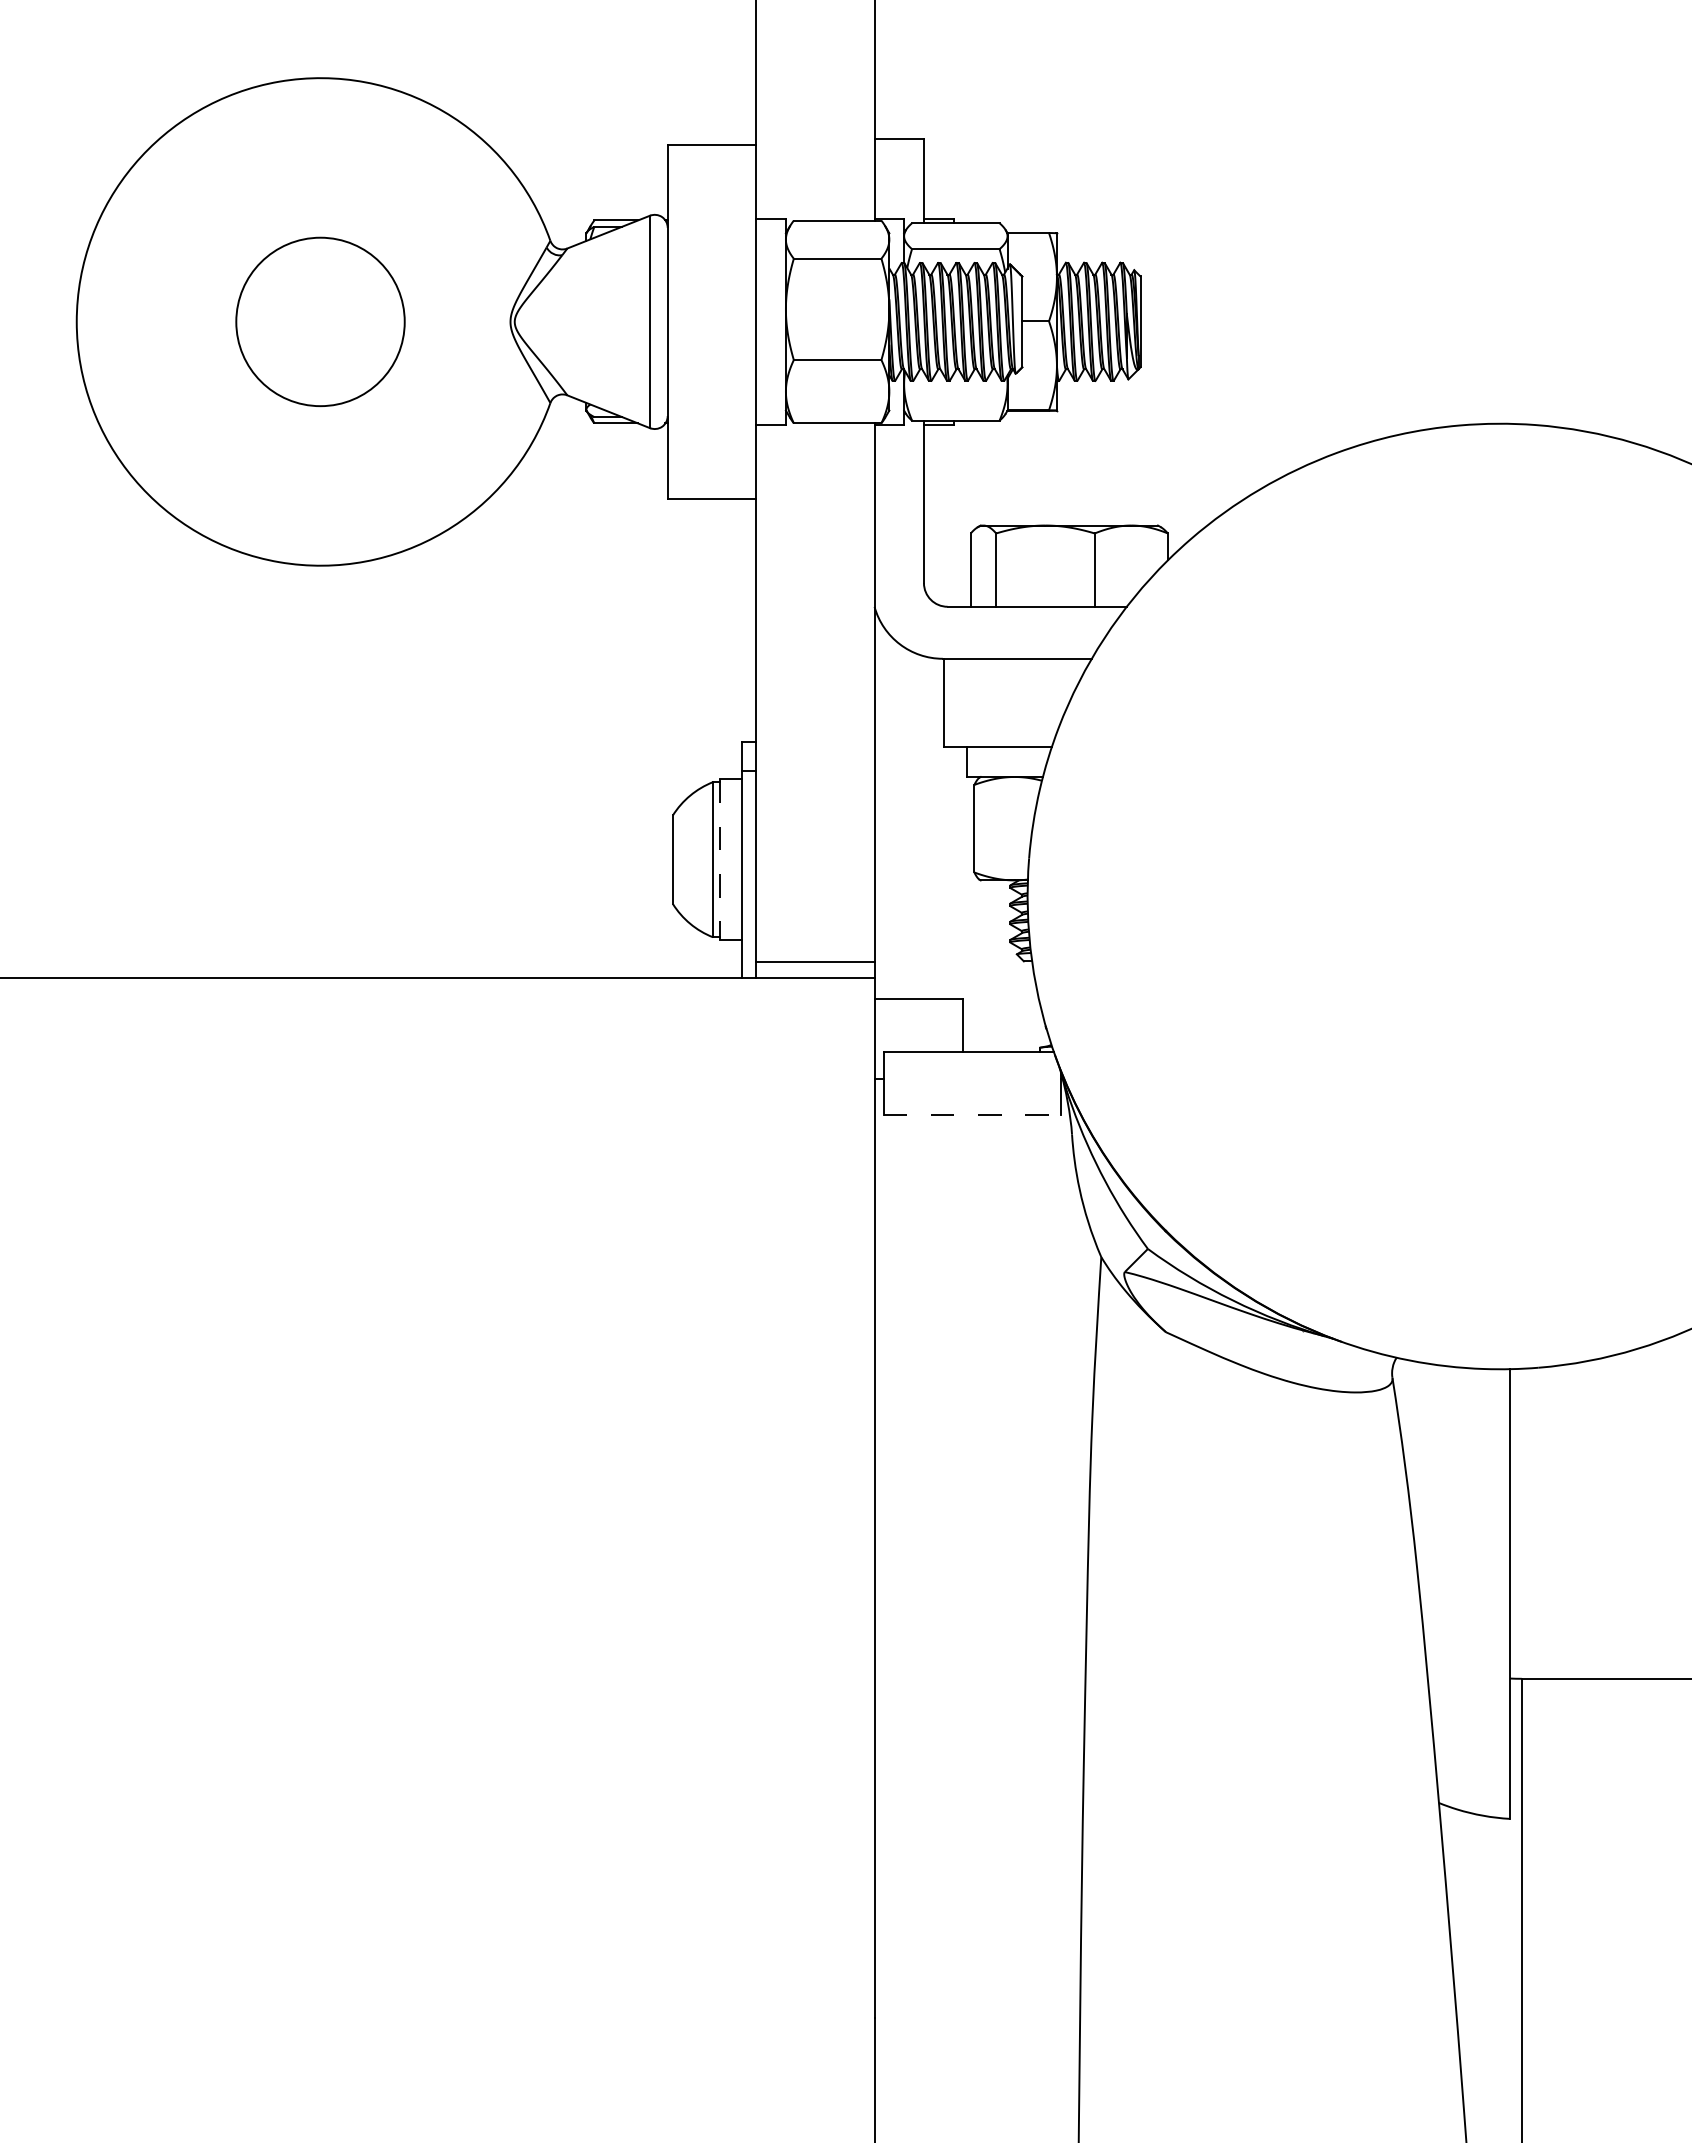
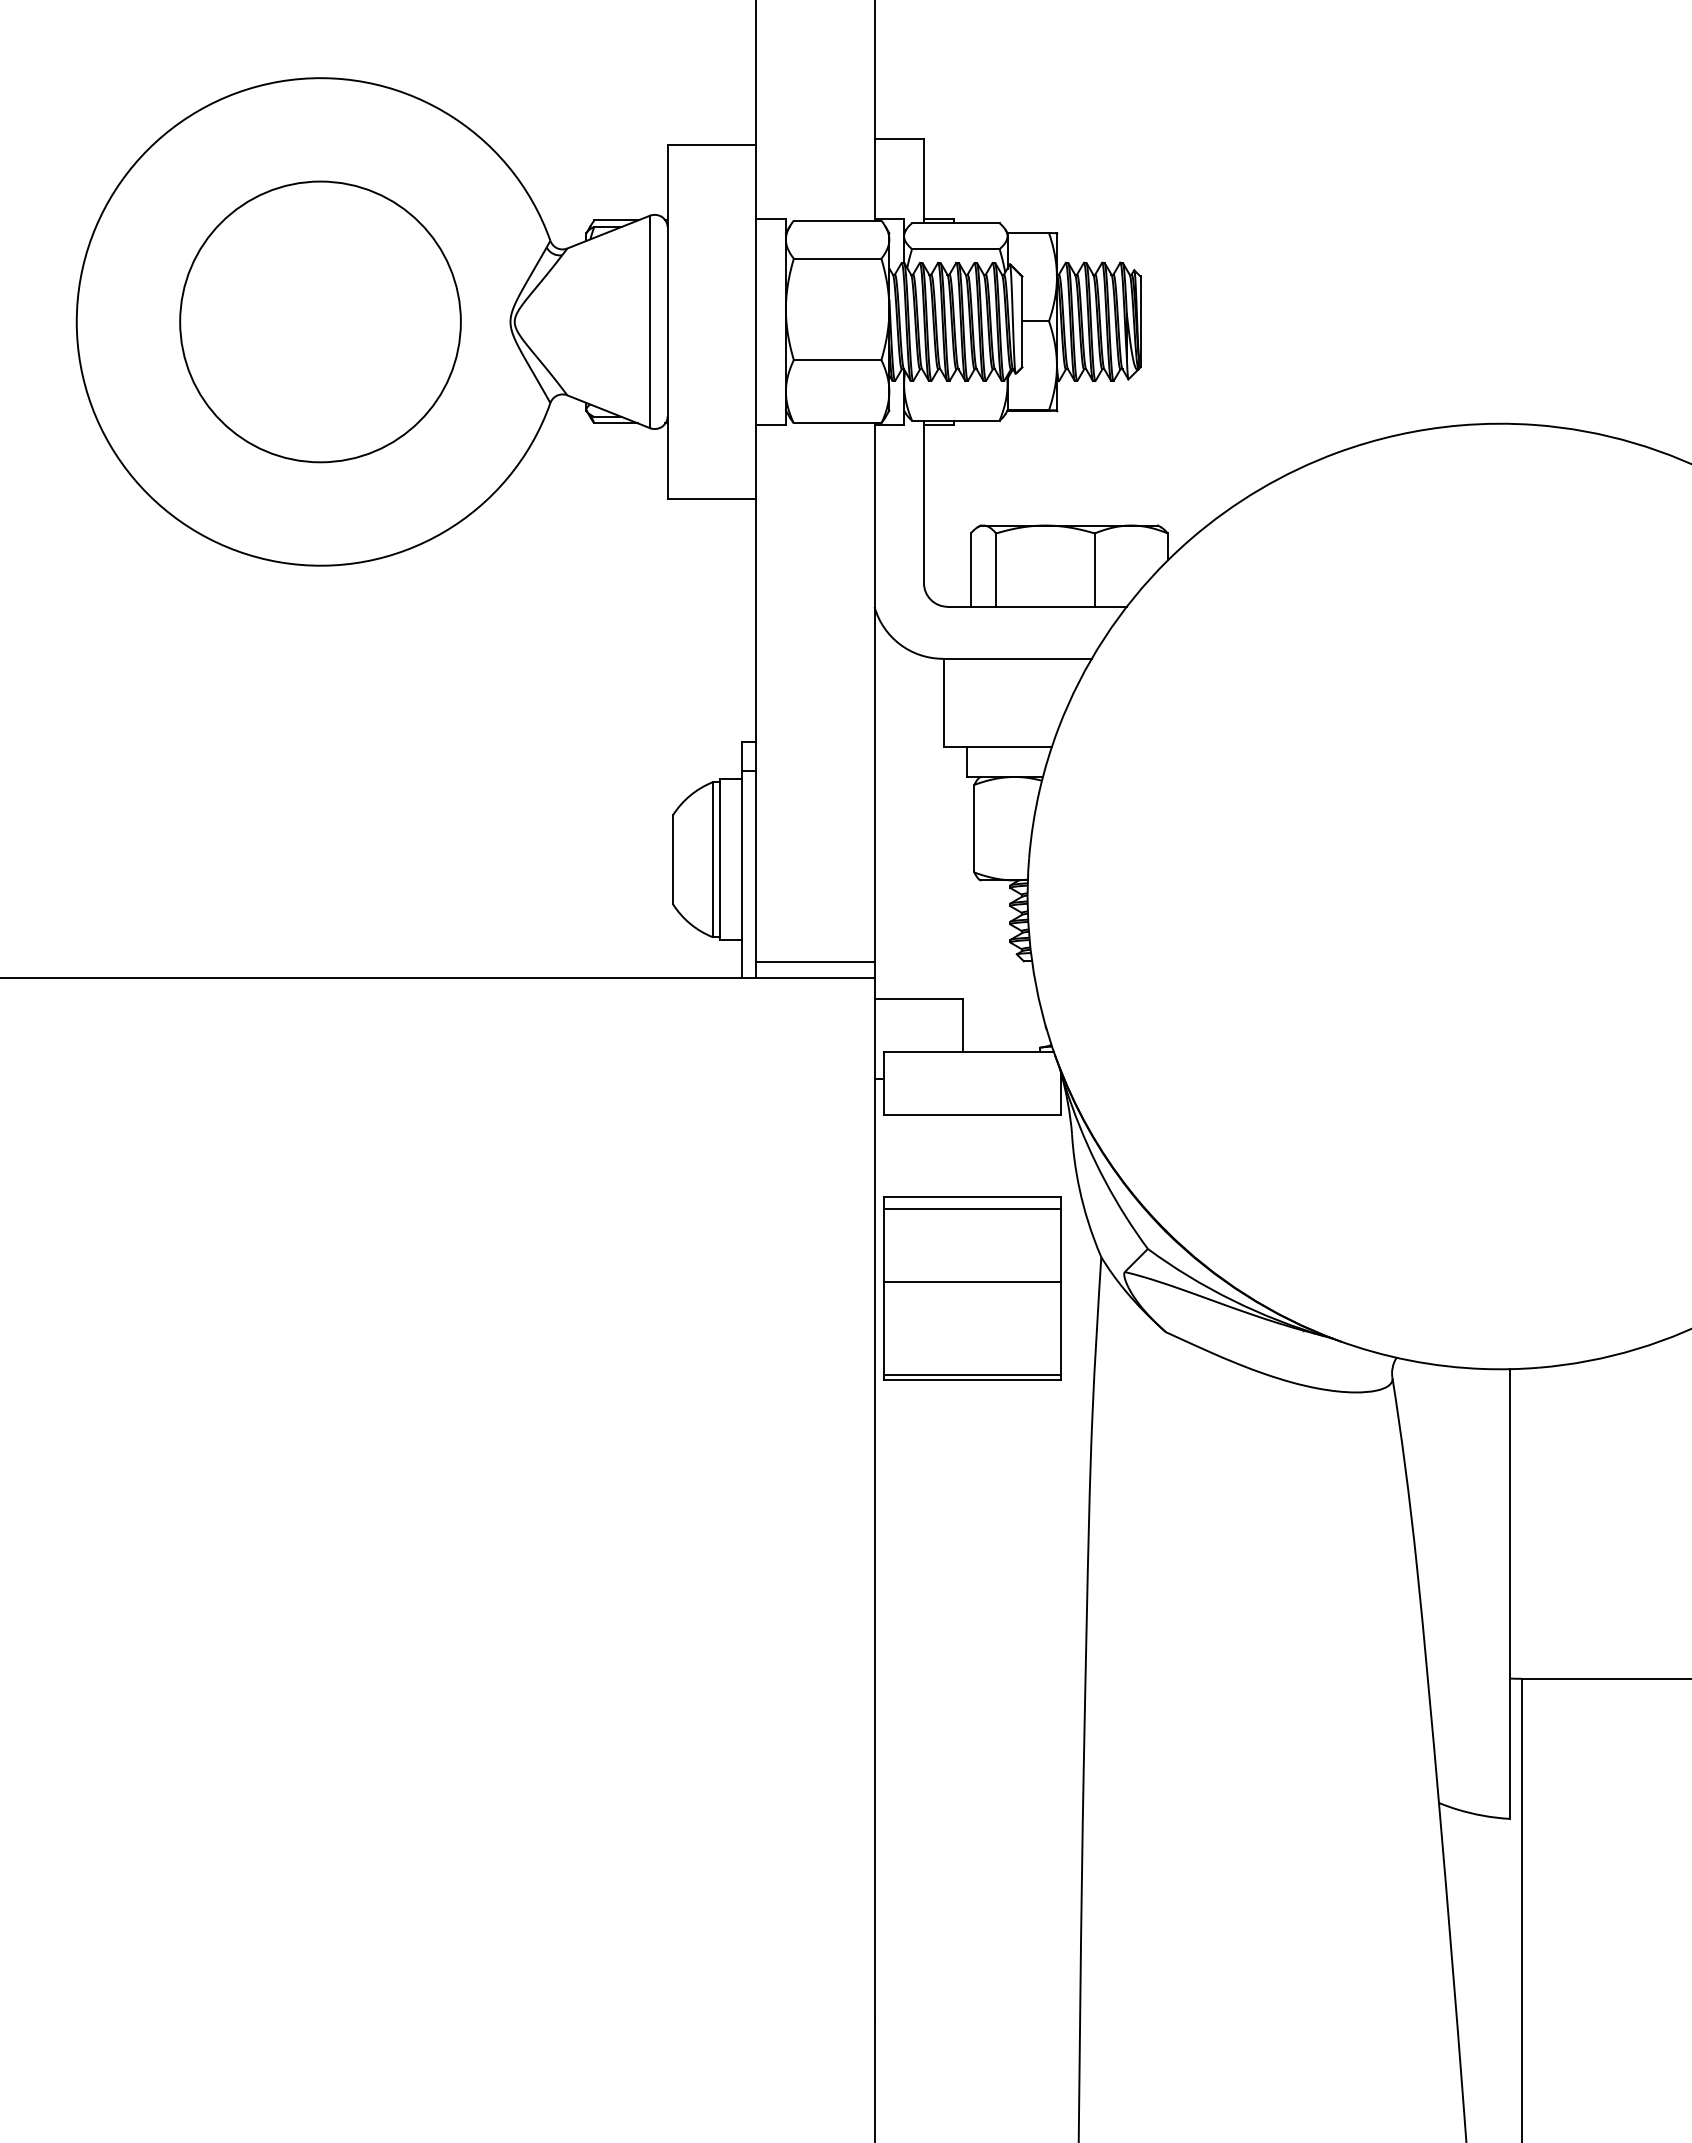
circle at (320, 321) diameter: 168 px -> 281 px
line at (719, 860): dashed -> solid
line at (972, 1115): dashed -> solid
part at (972, 1288): none -> present
